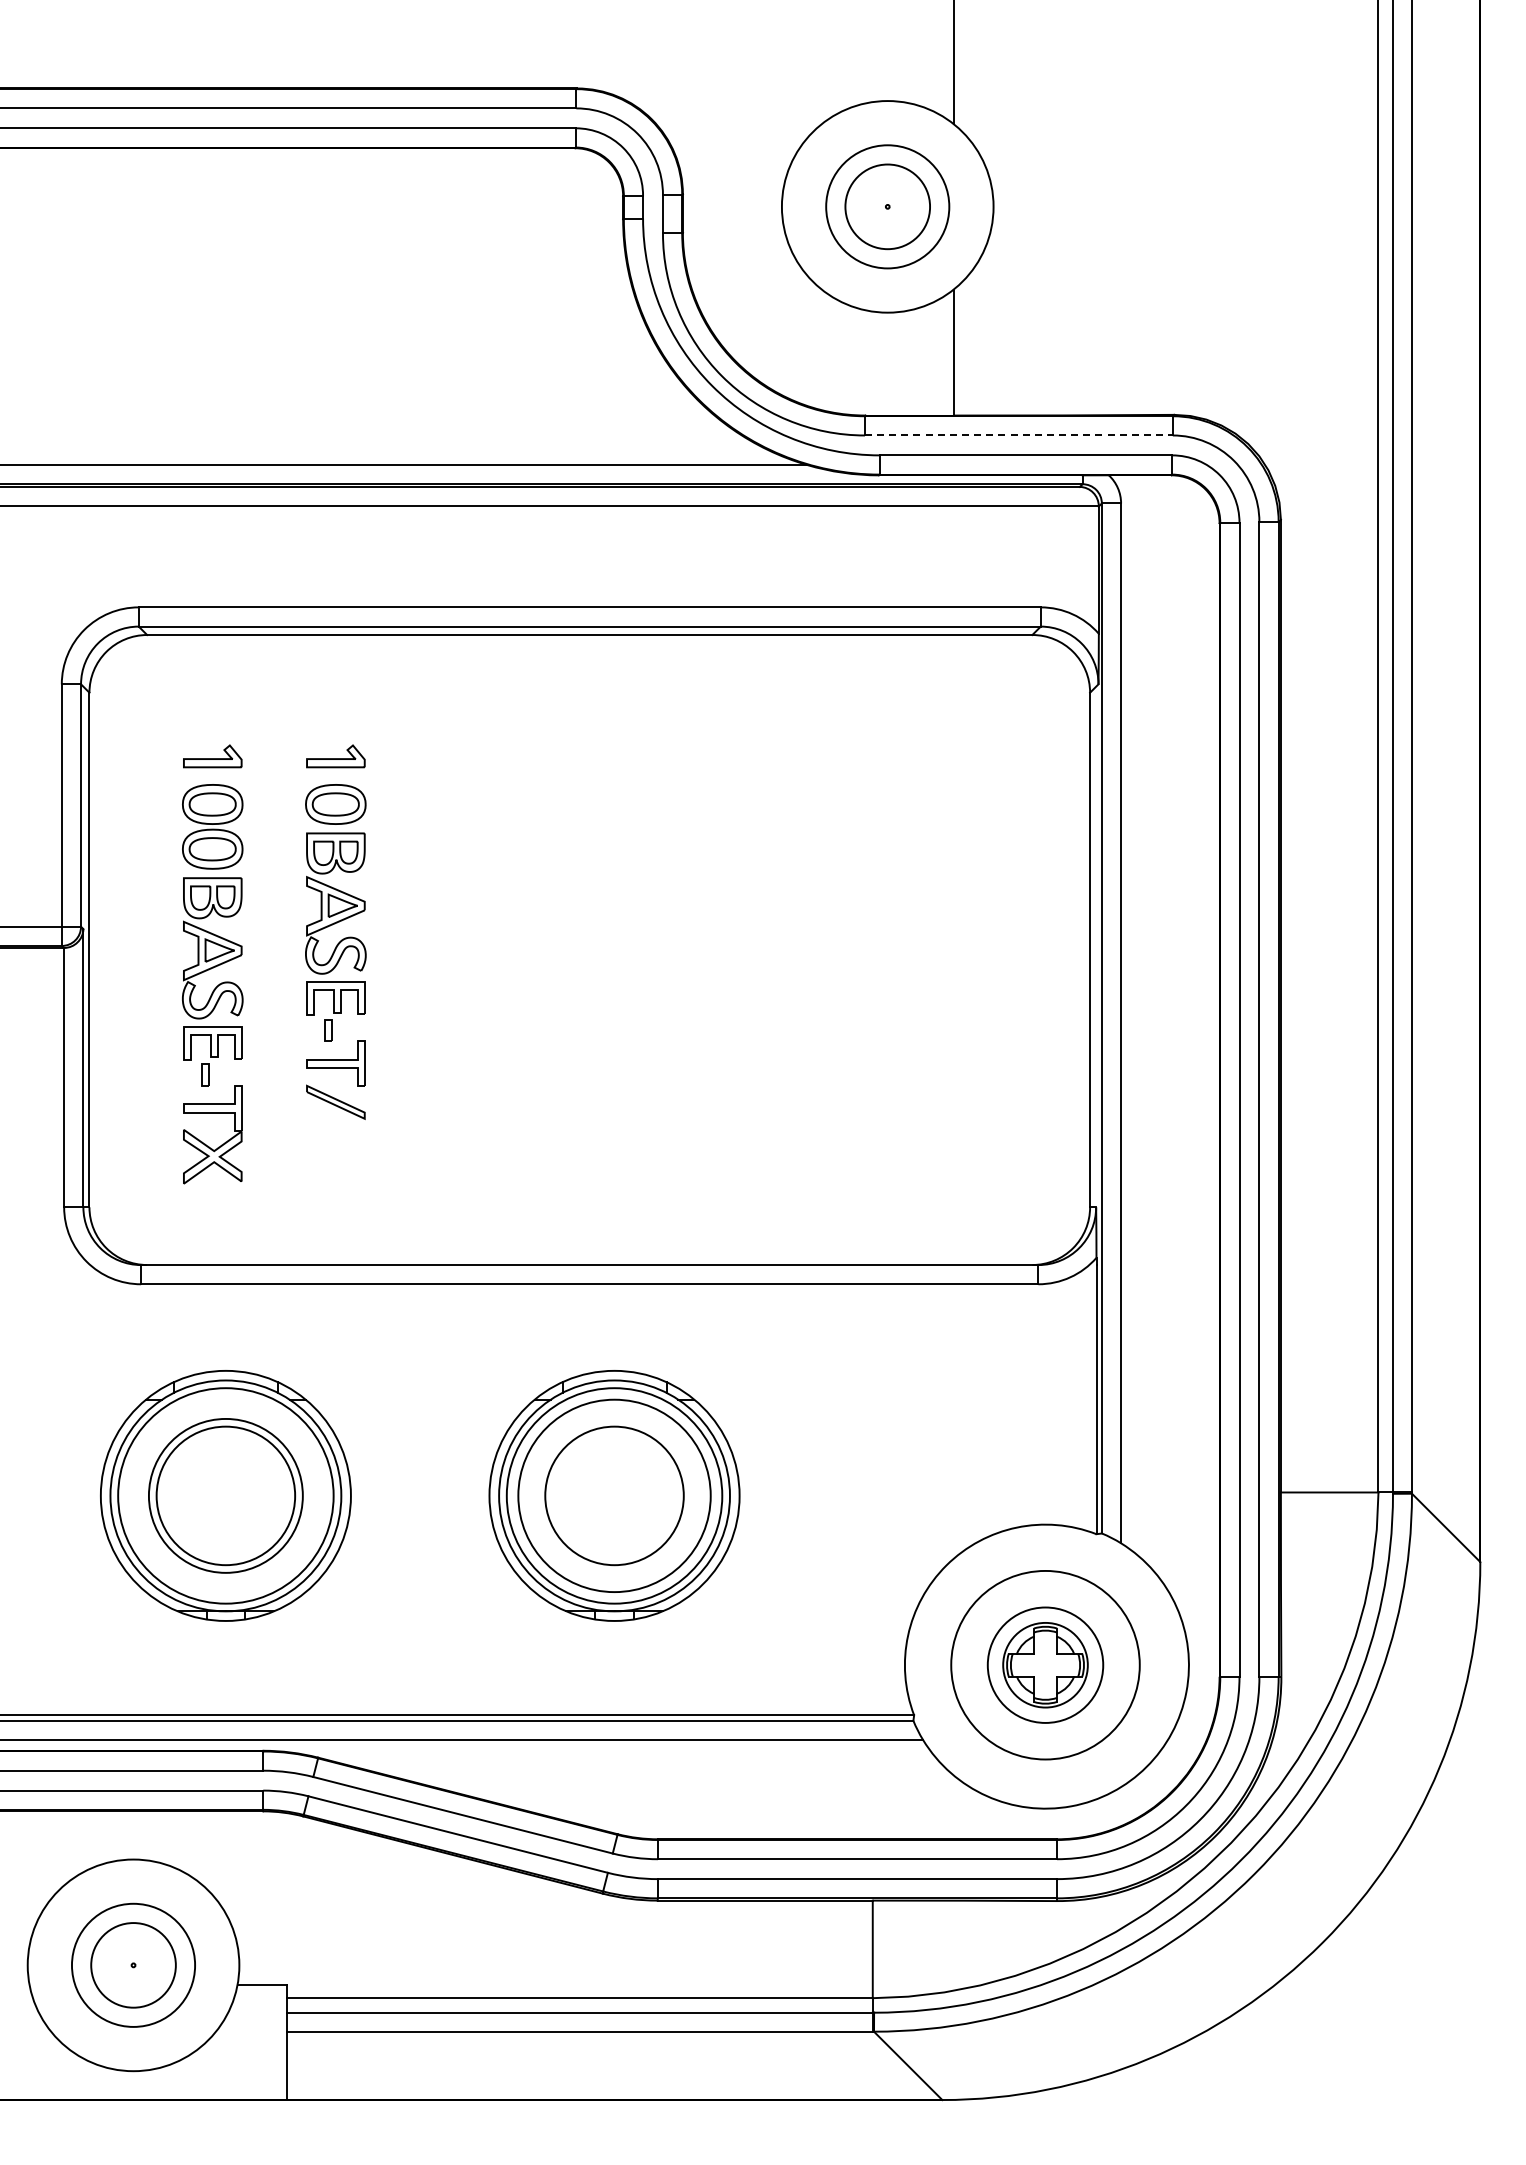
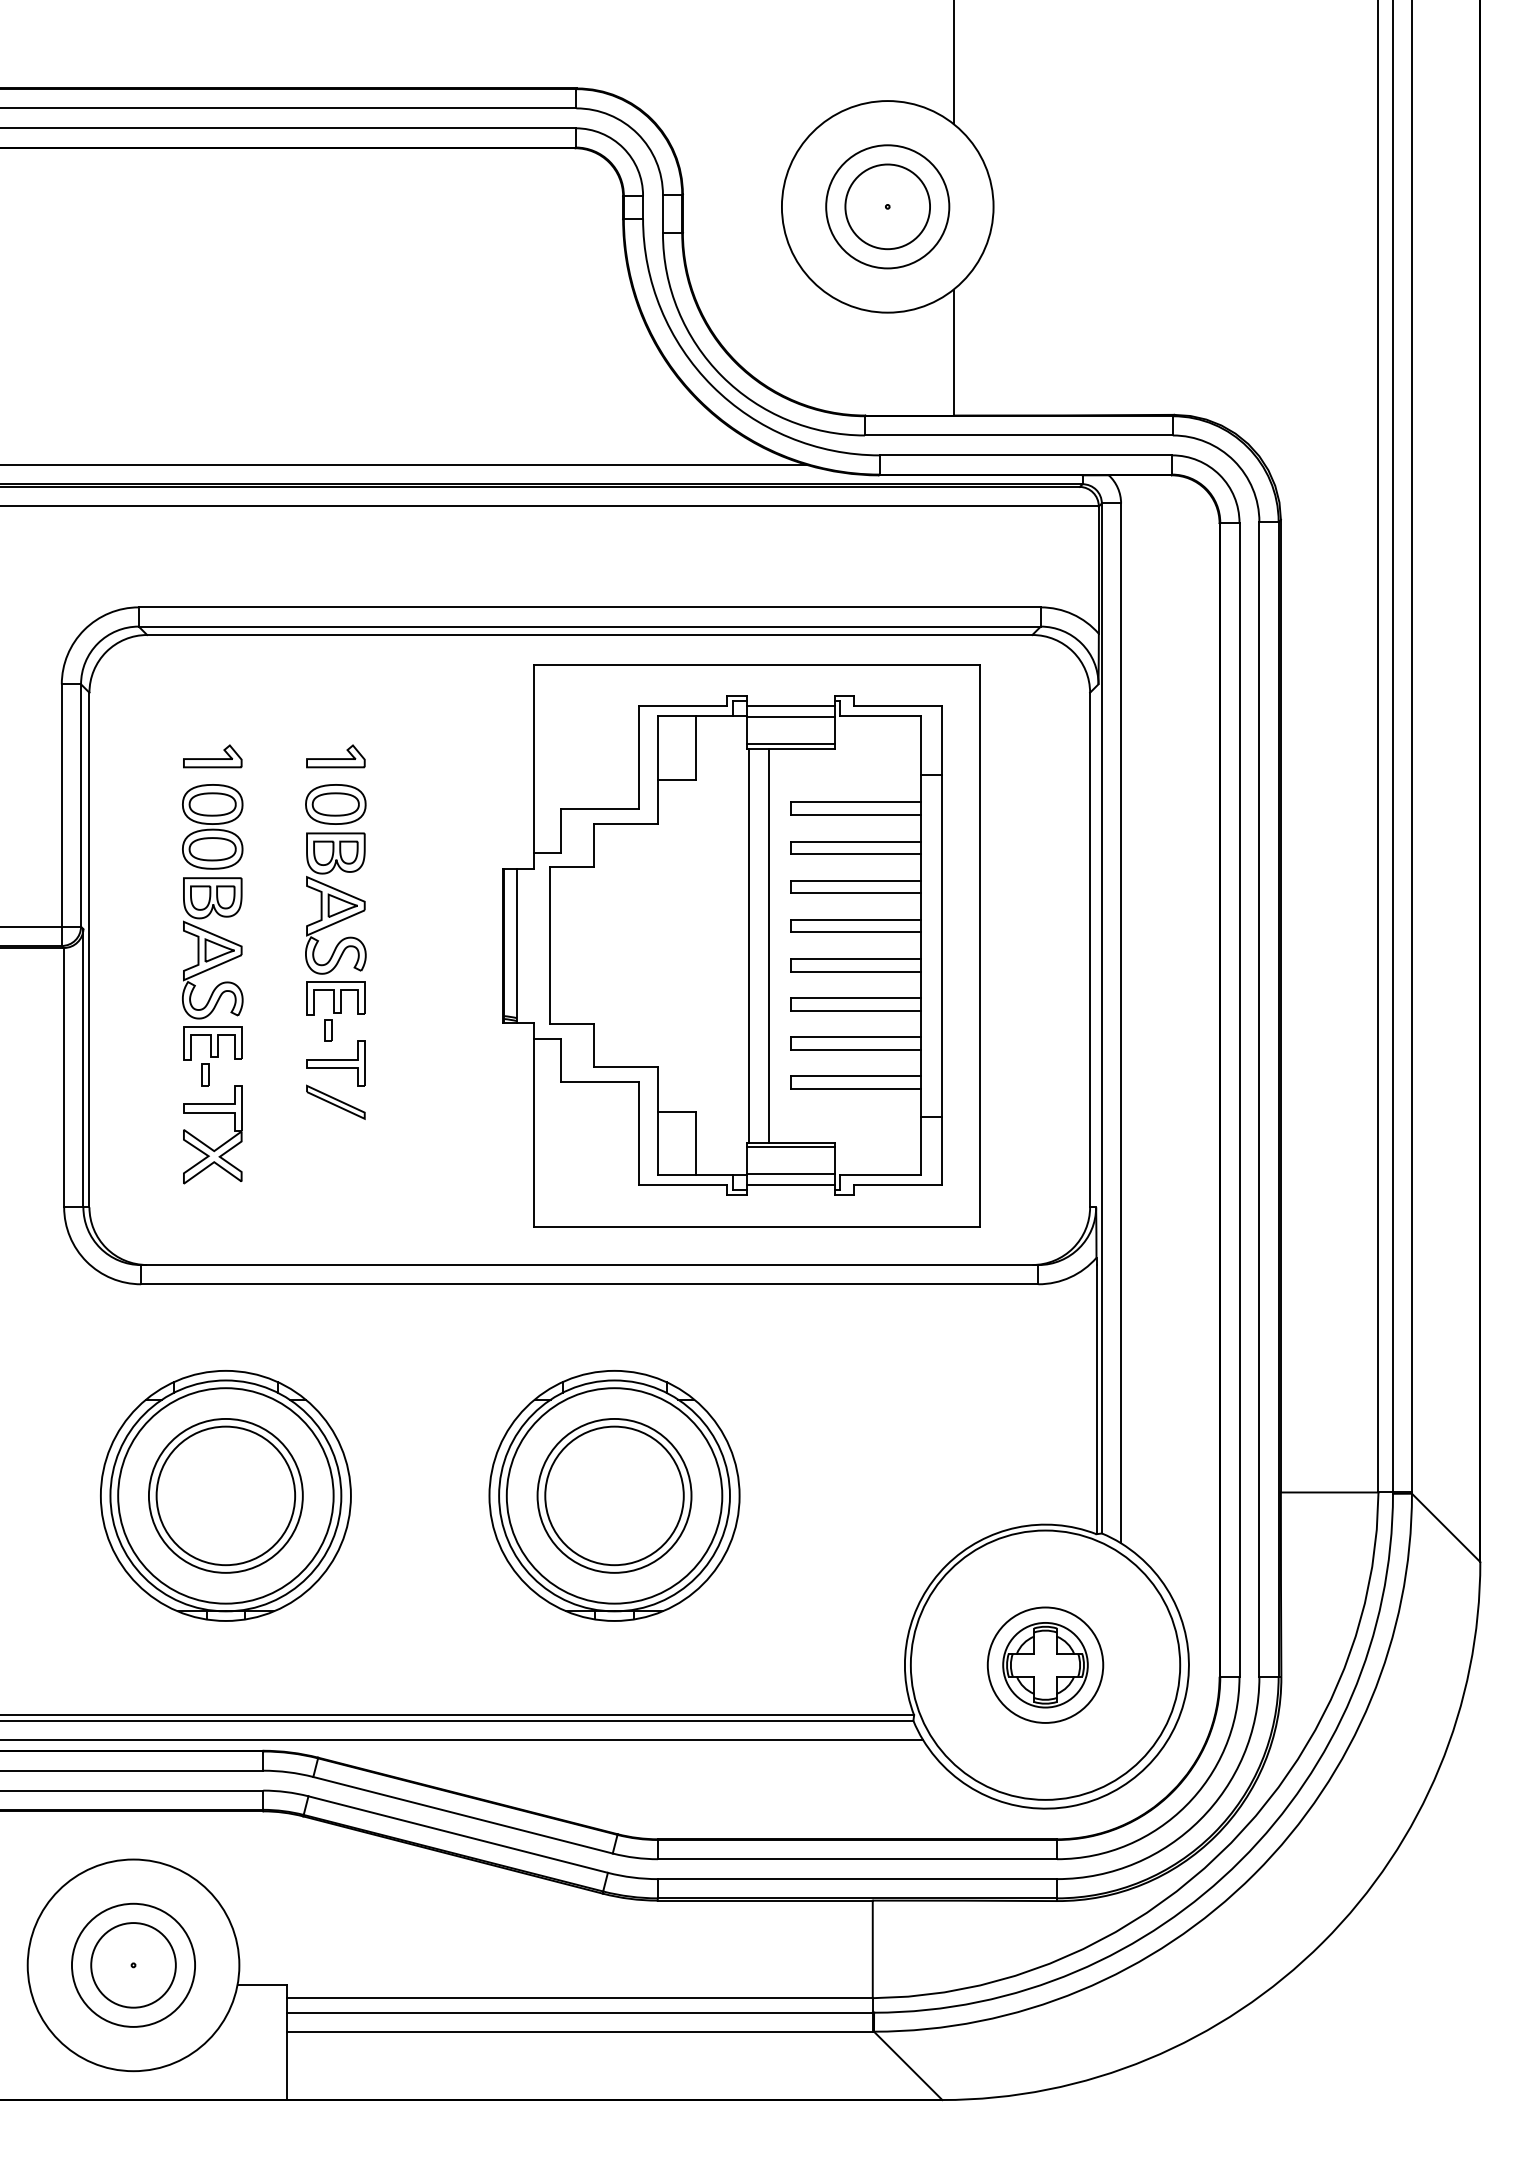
line at (1018, 435): dashed -> solid
part at (741, 945): none -> present
circle at (614, 1495) diameter: 192 px -> 154 px
circle at (1045, 1664) diameter: 189 px -> 269 px
